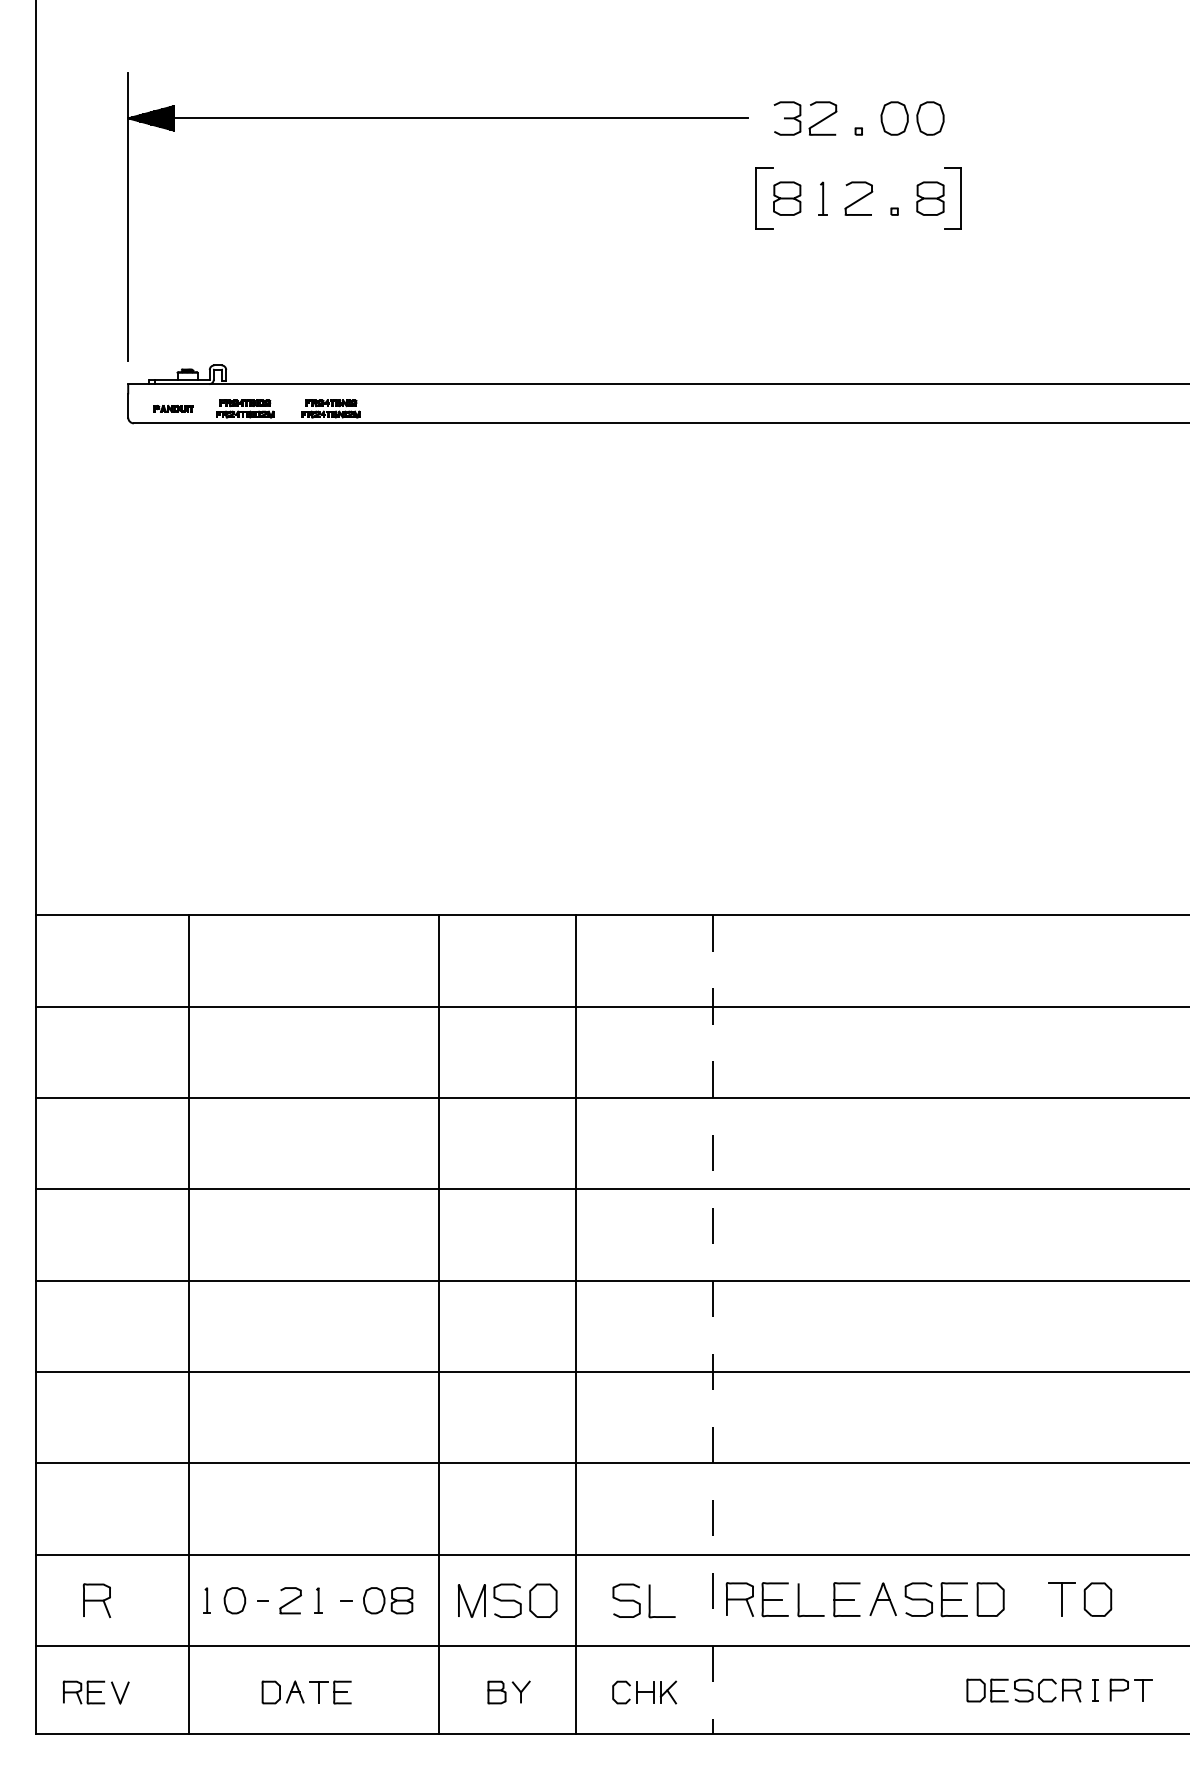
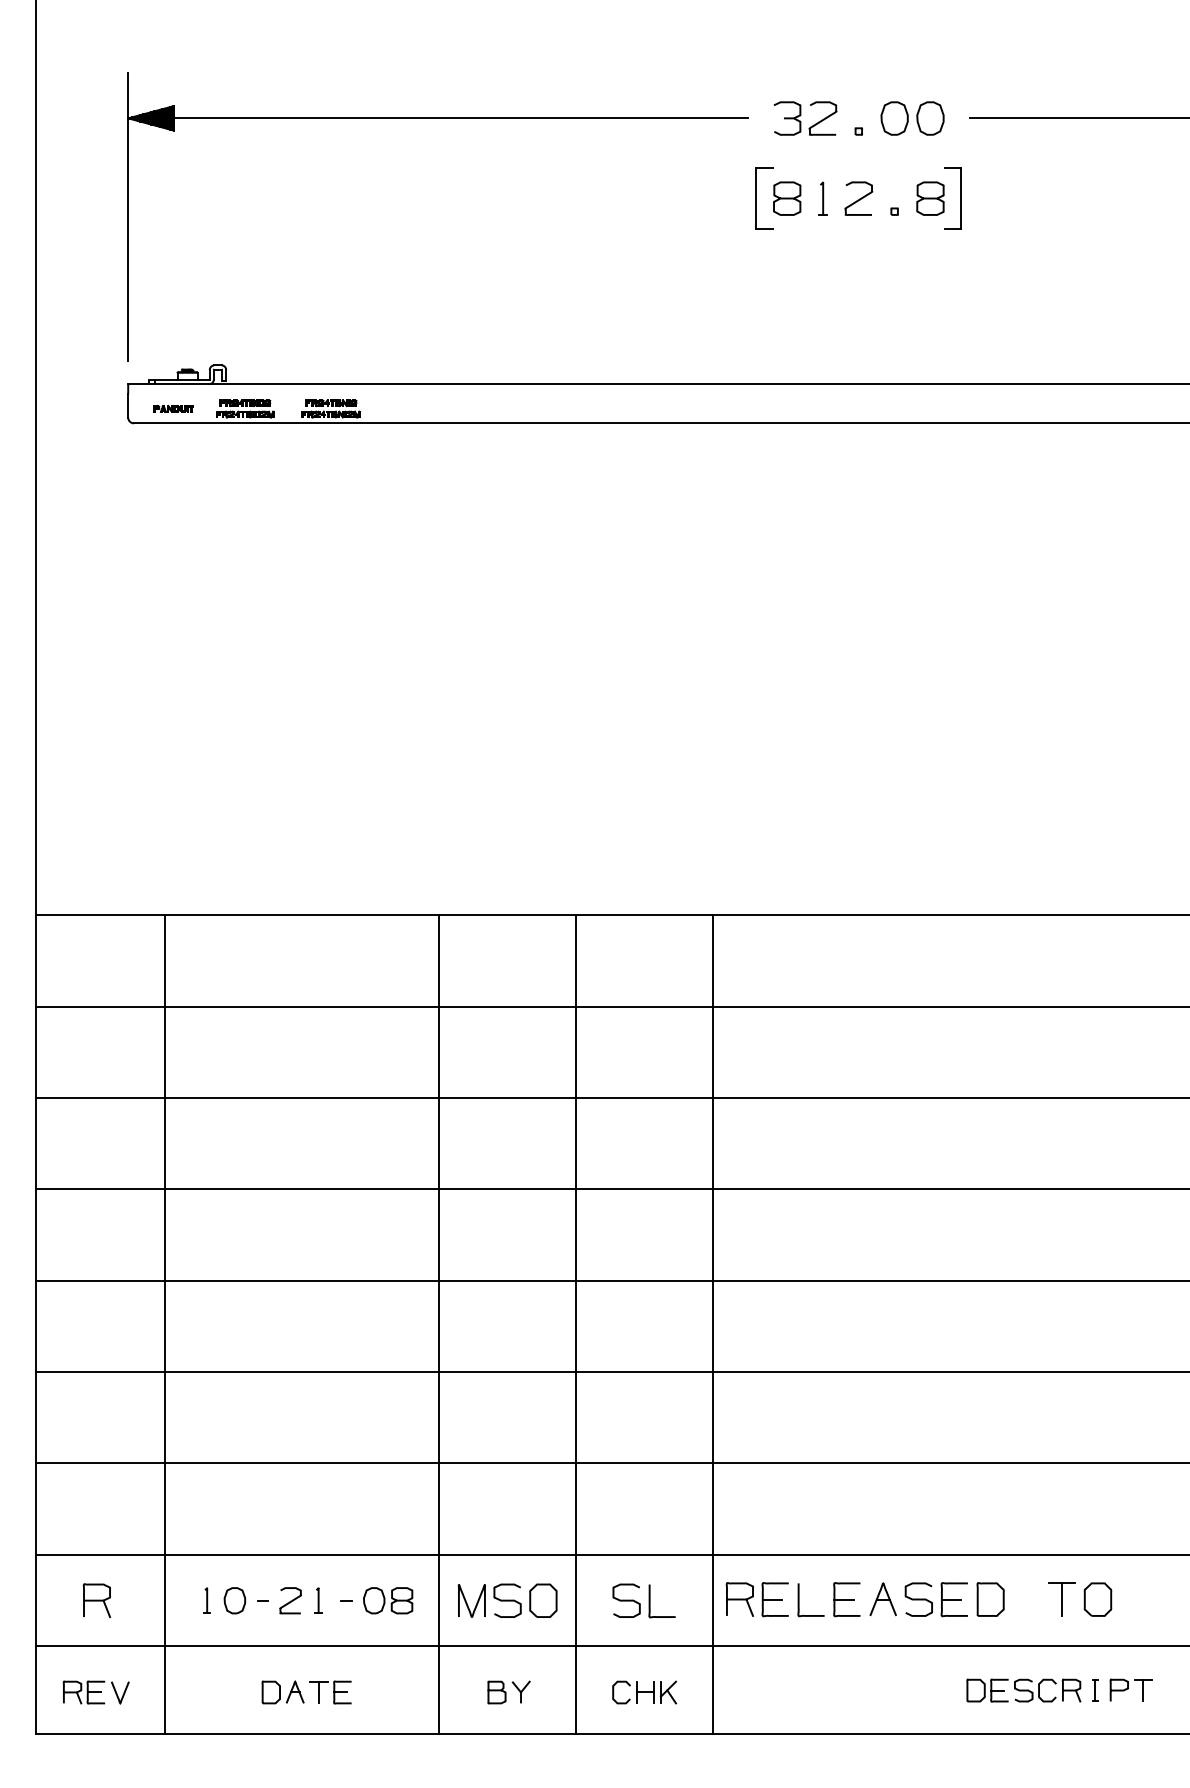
line at (1077, 118): none -> present
line at (188, 1324) position: (188, 1324) -> (164, 1324)
line at (712, 1325): dashed -> solid
